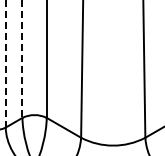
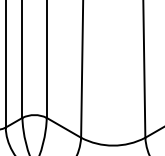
line at (22, 59): dashed -> solid
line at (5, 63): dashed -> solid
